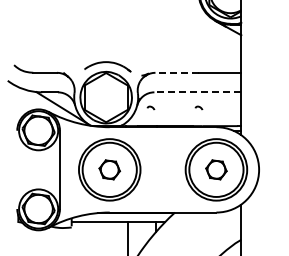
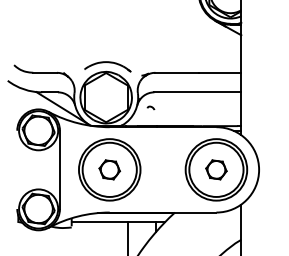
line at (177, 72): dashed -> solid
line at (197, 92): dashed -> solid
curve at (198, 107): present -> none
